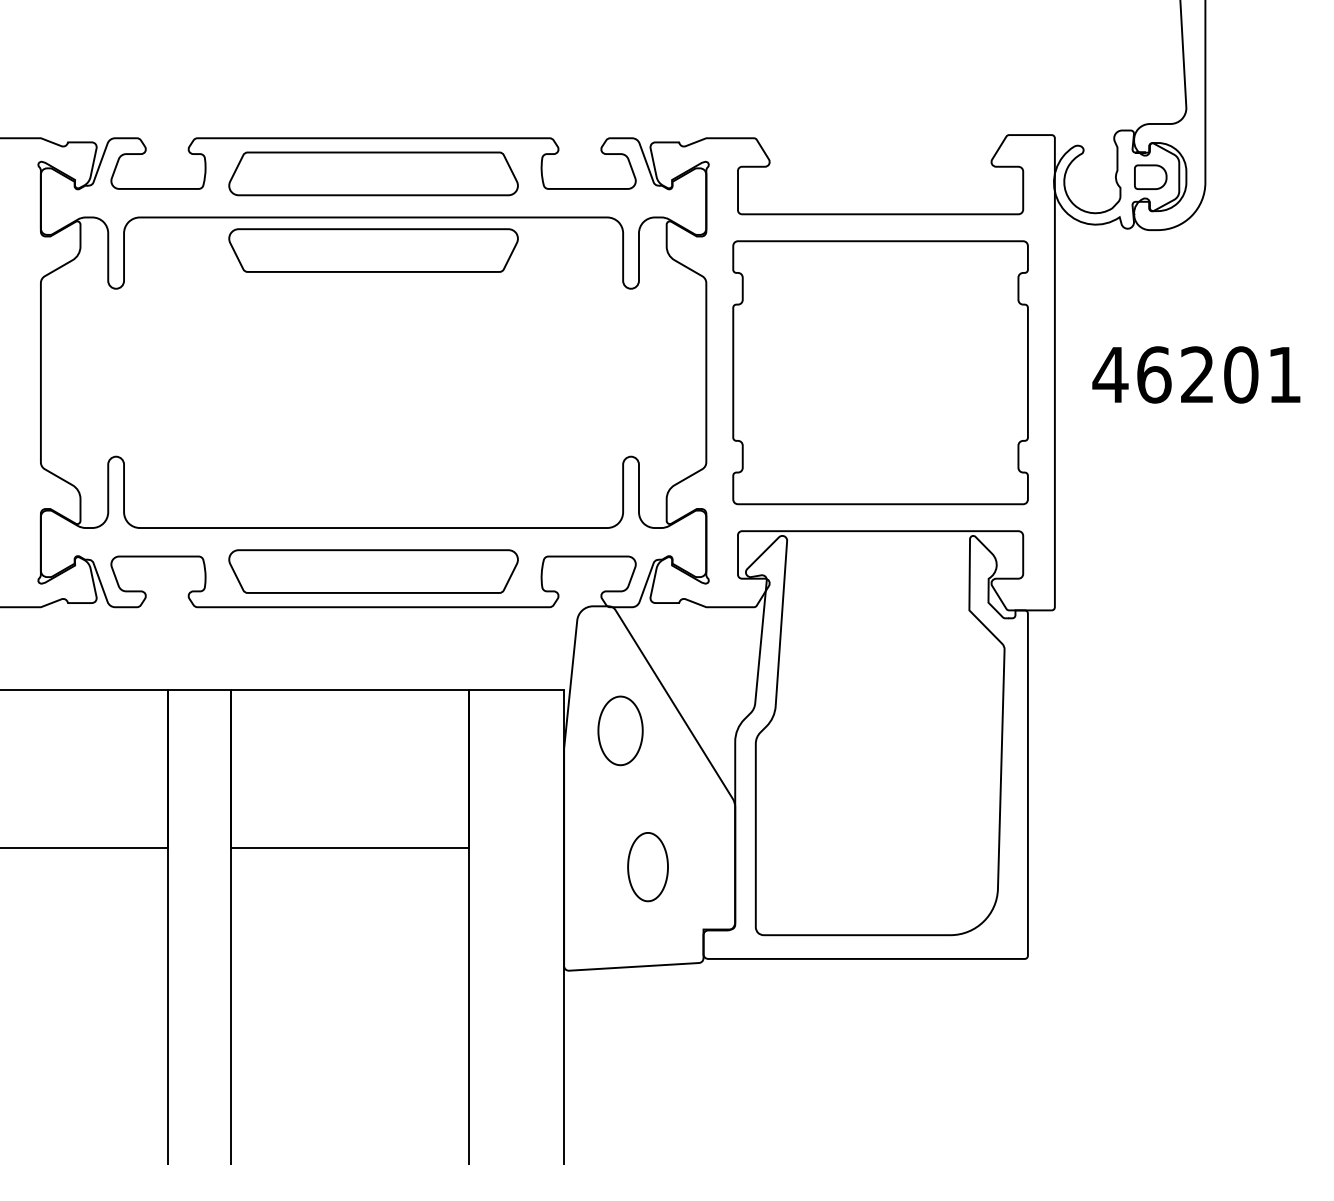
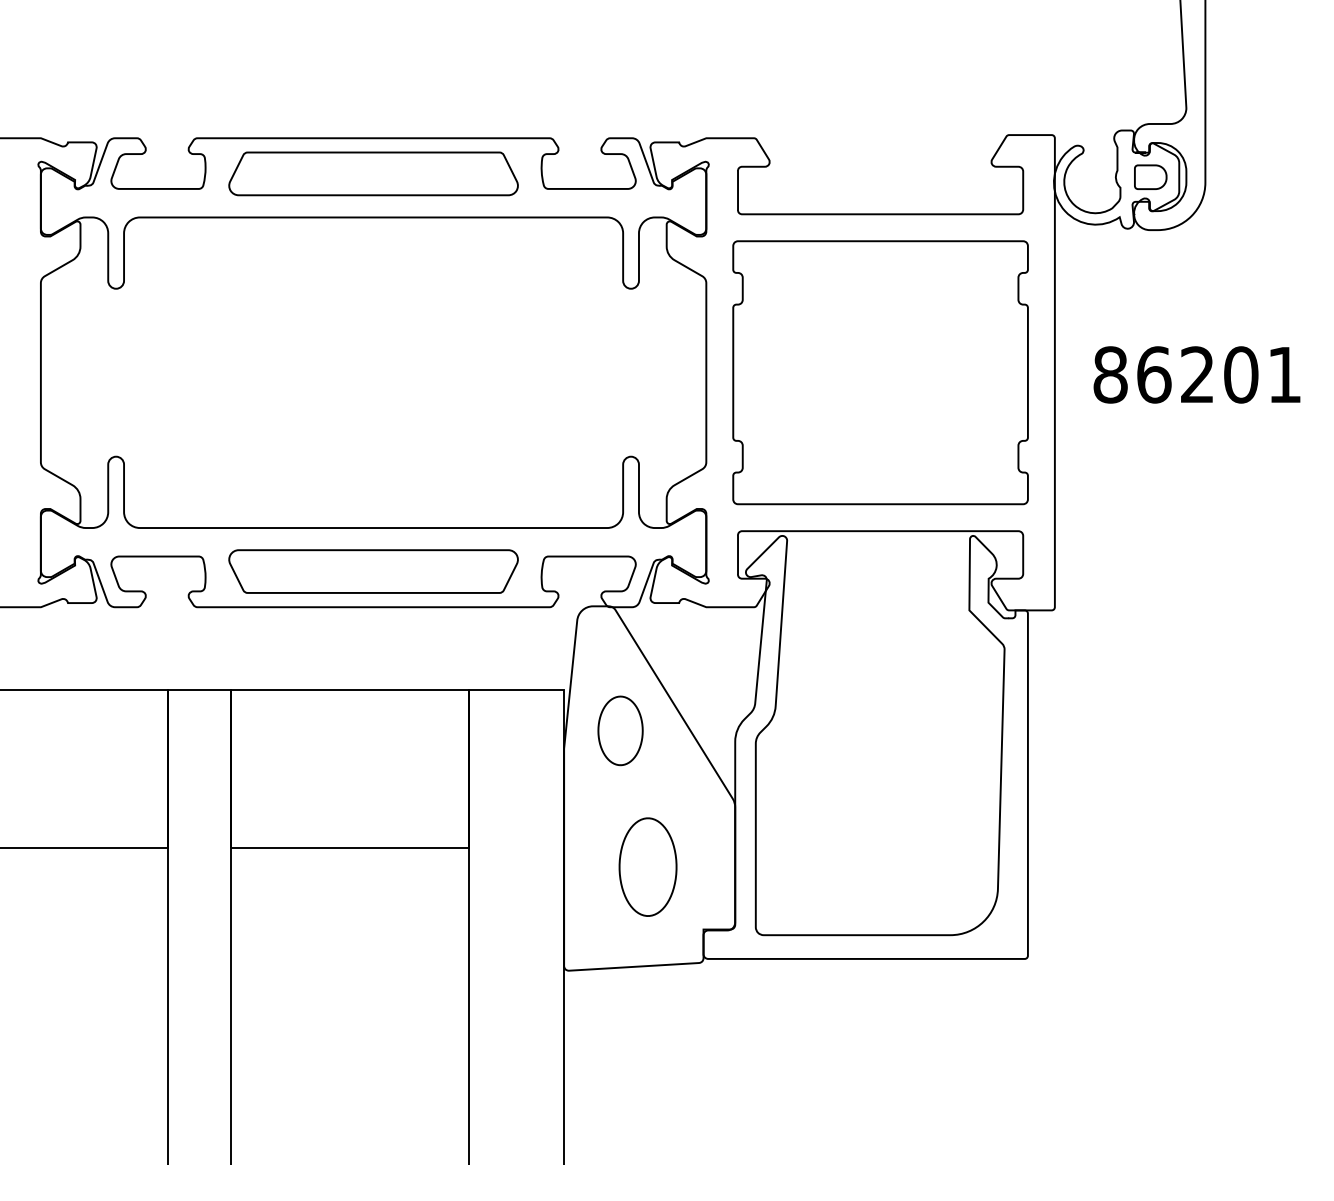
part at (373, 250): present -> none
text at (1110, 374): 46201 -> 86201
part at (647, 867) size: 42x71 px -> 60x100 px
